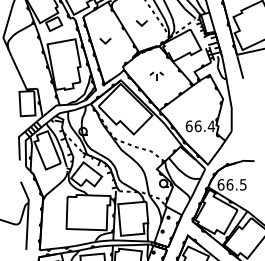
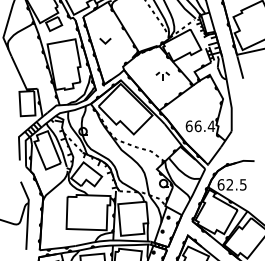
part at (141, 23): present -> none
part at (156, 75) position: (156, 75) -> (162, 75)
text at (229, 184): 66.5 -> 62.5
